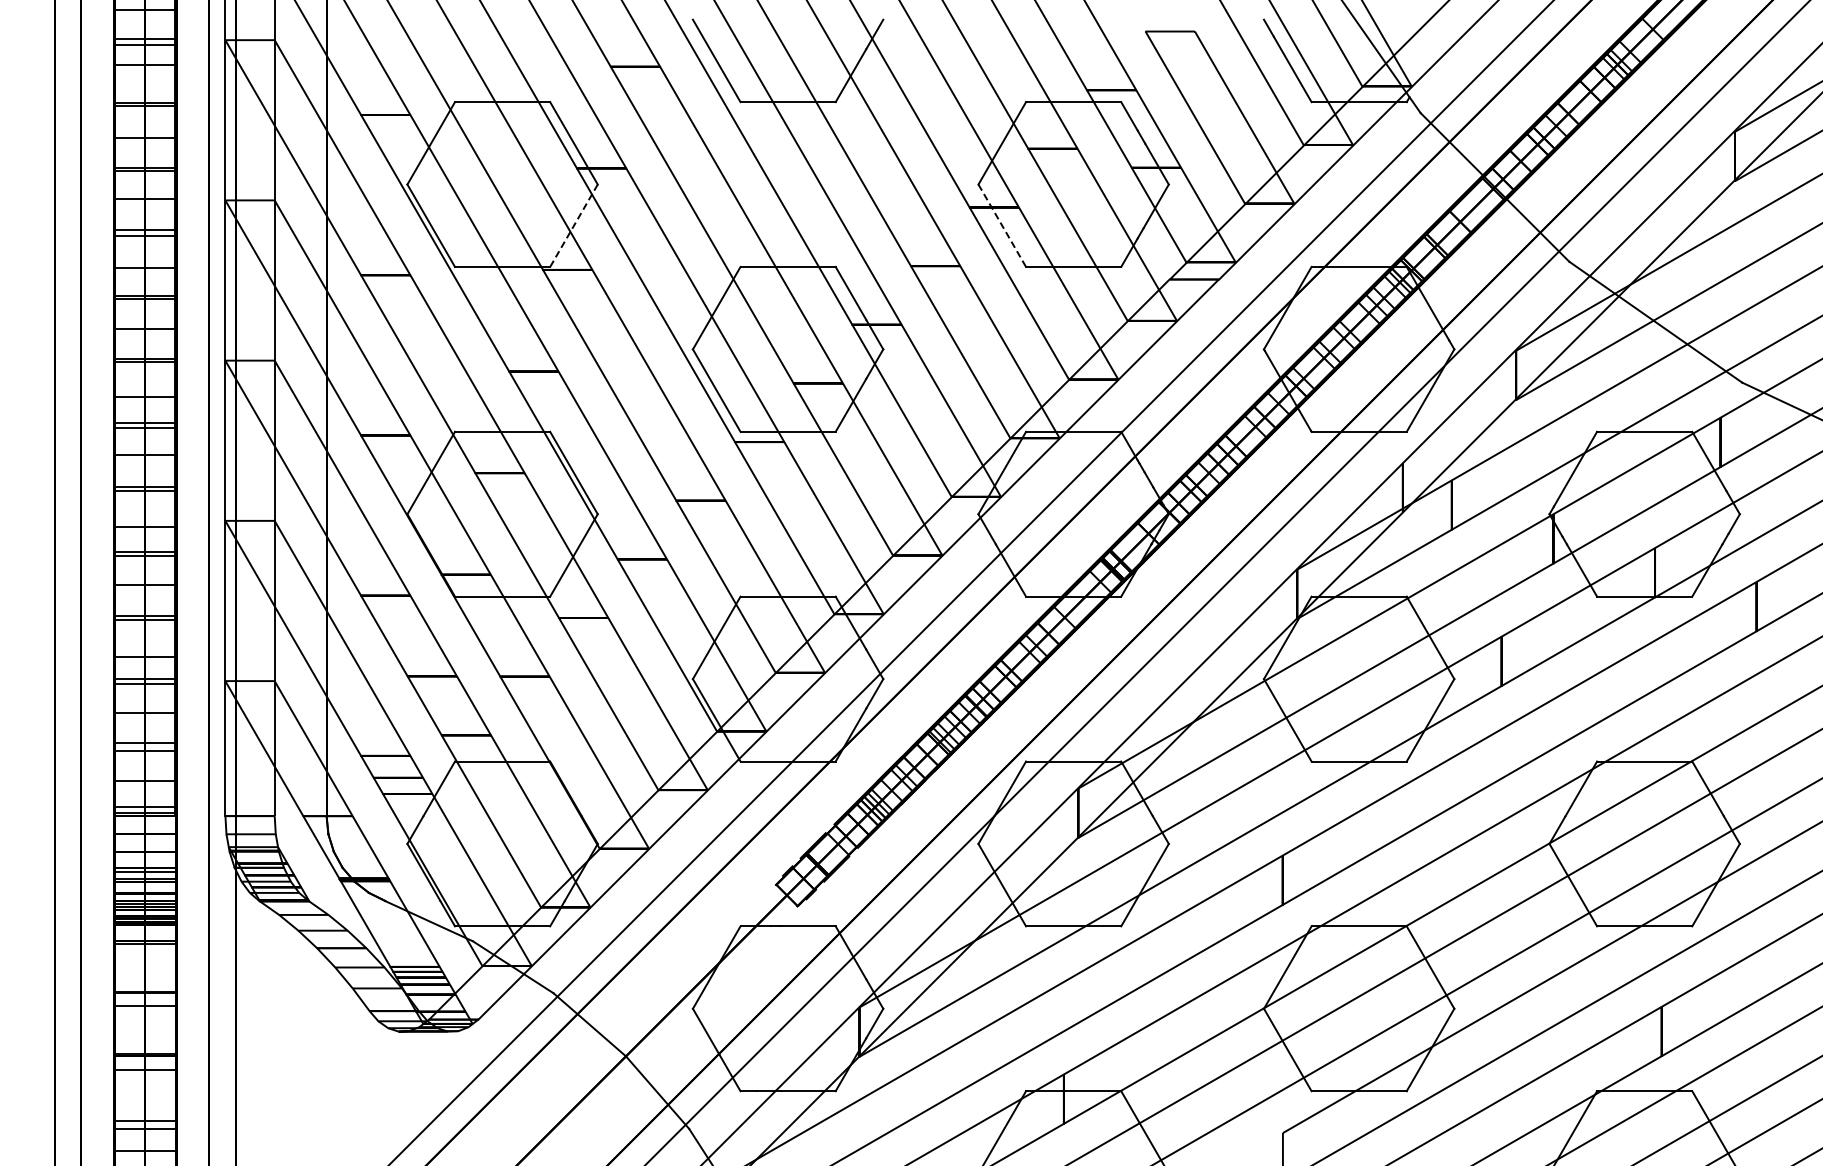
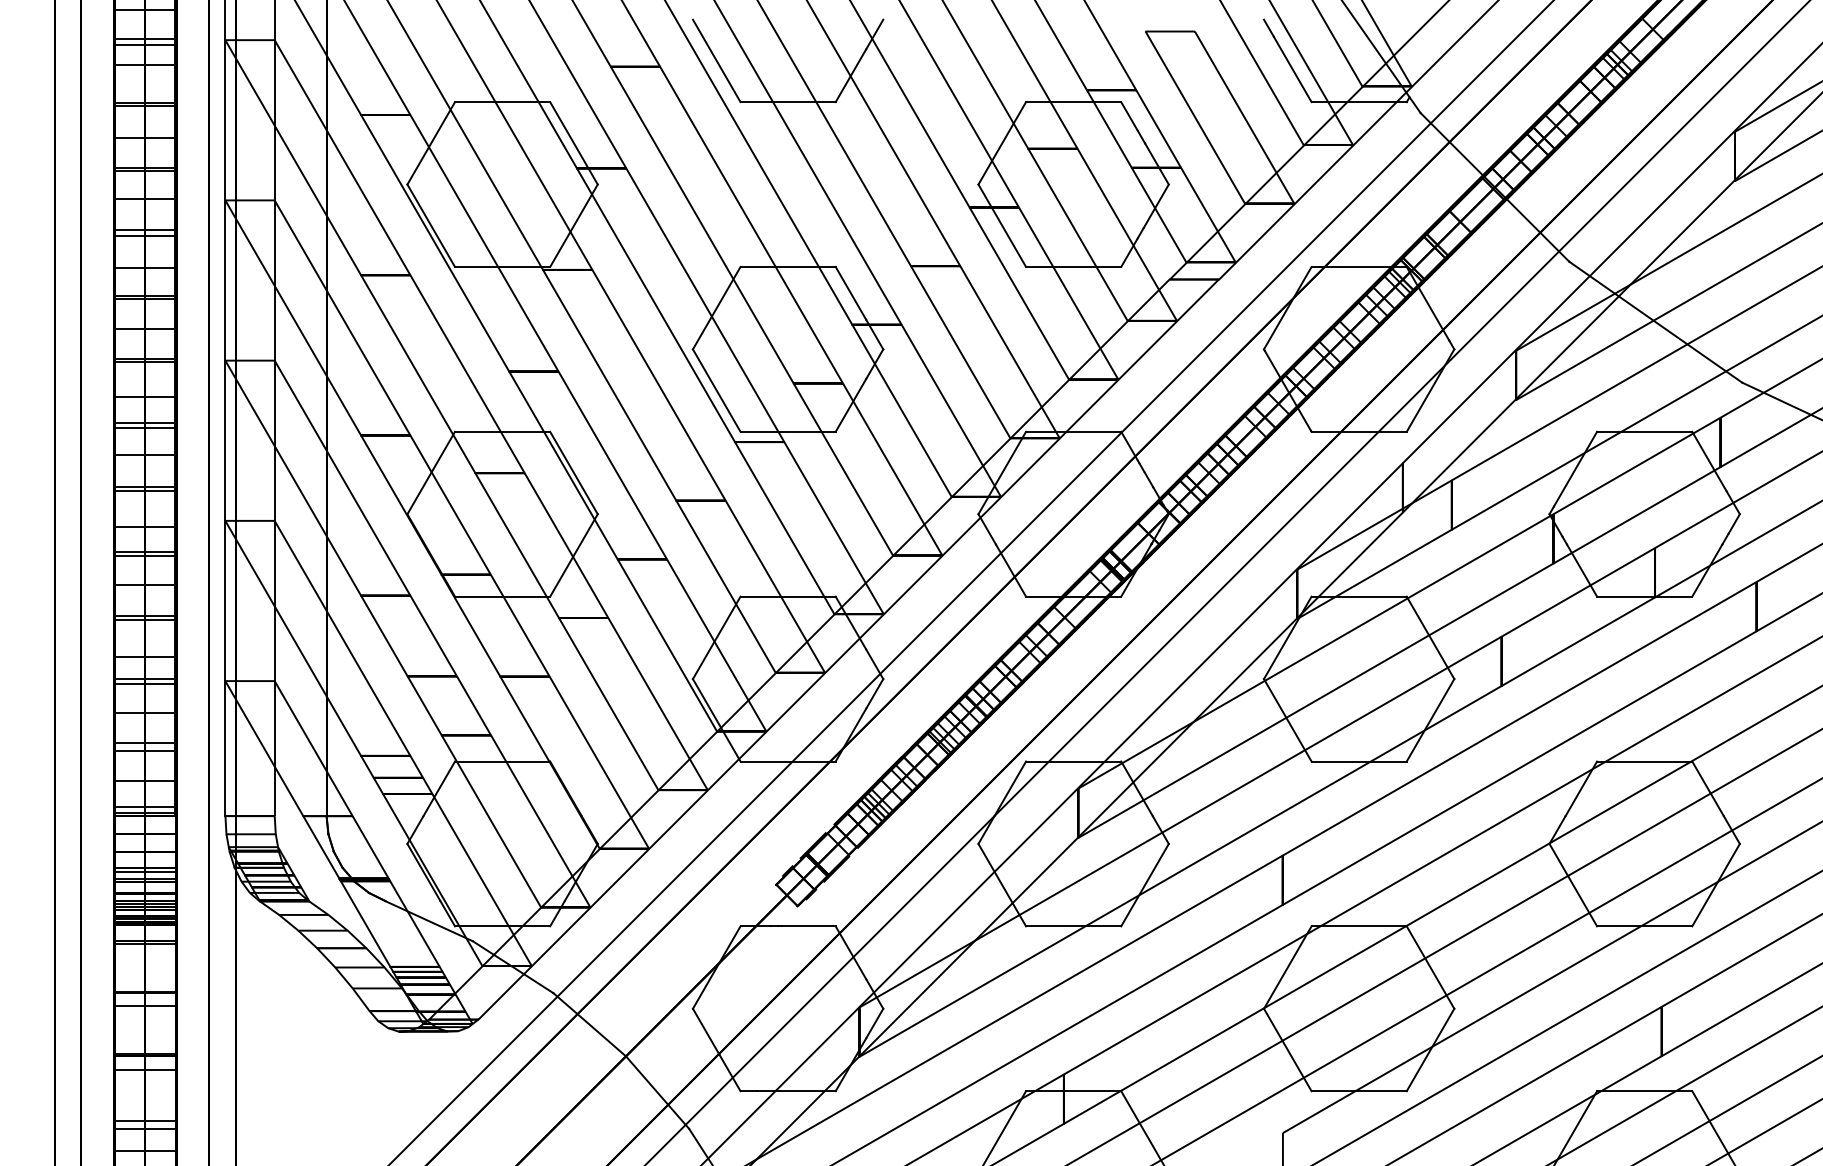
line at (573, 225): dashed -> solid
line at (1002, 225): dashed -> solid
